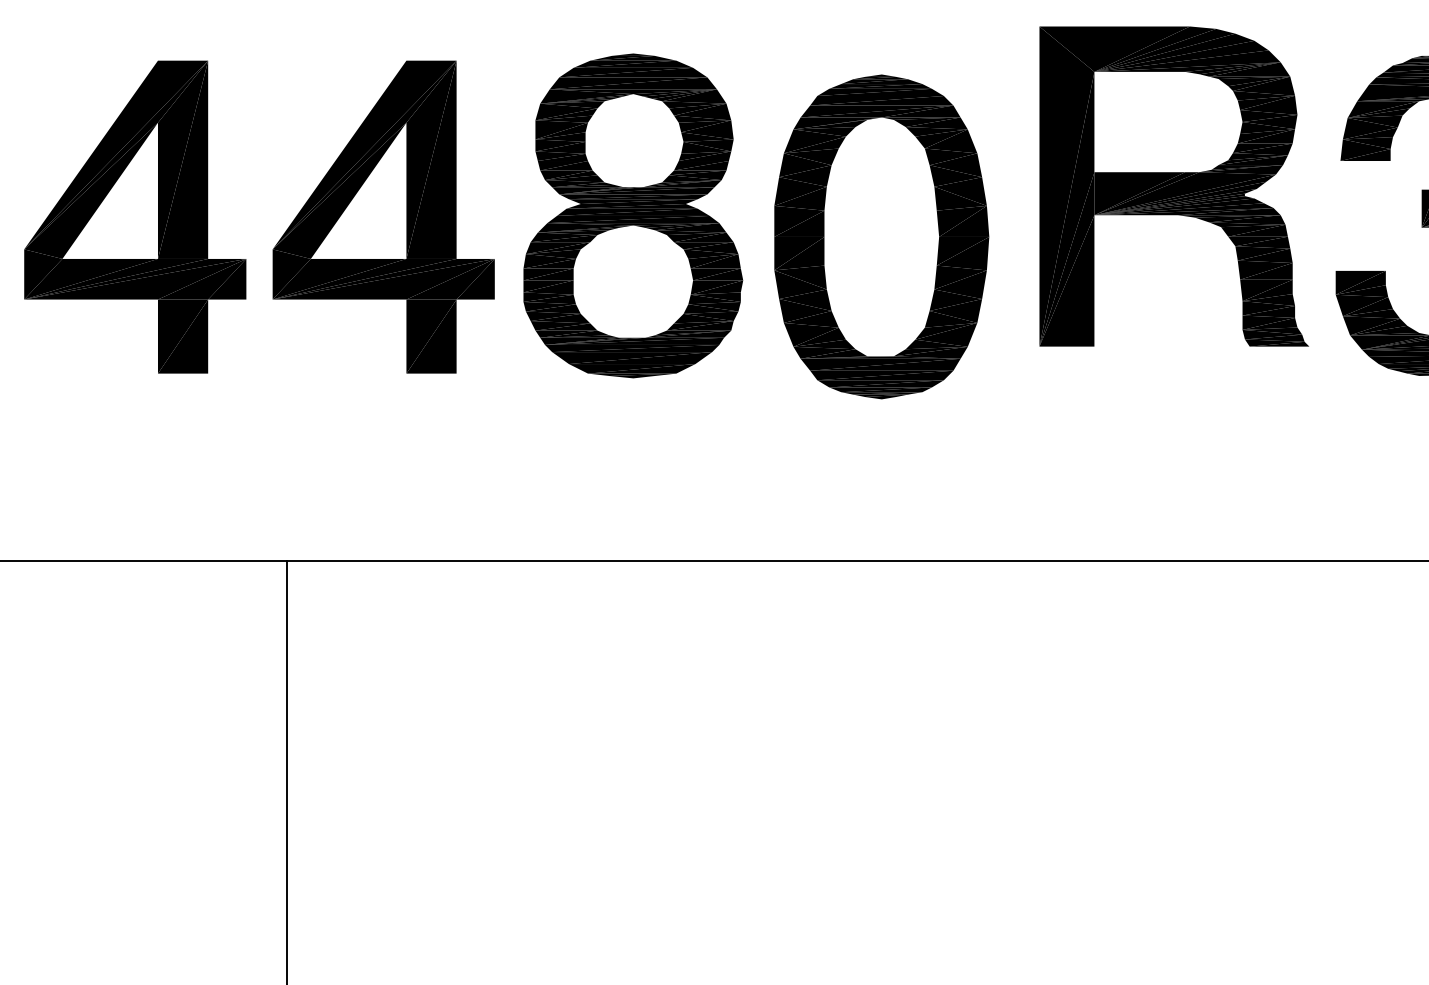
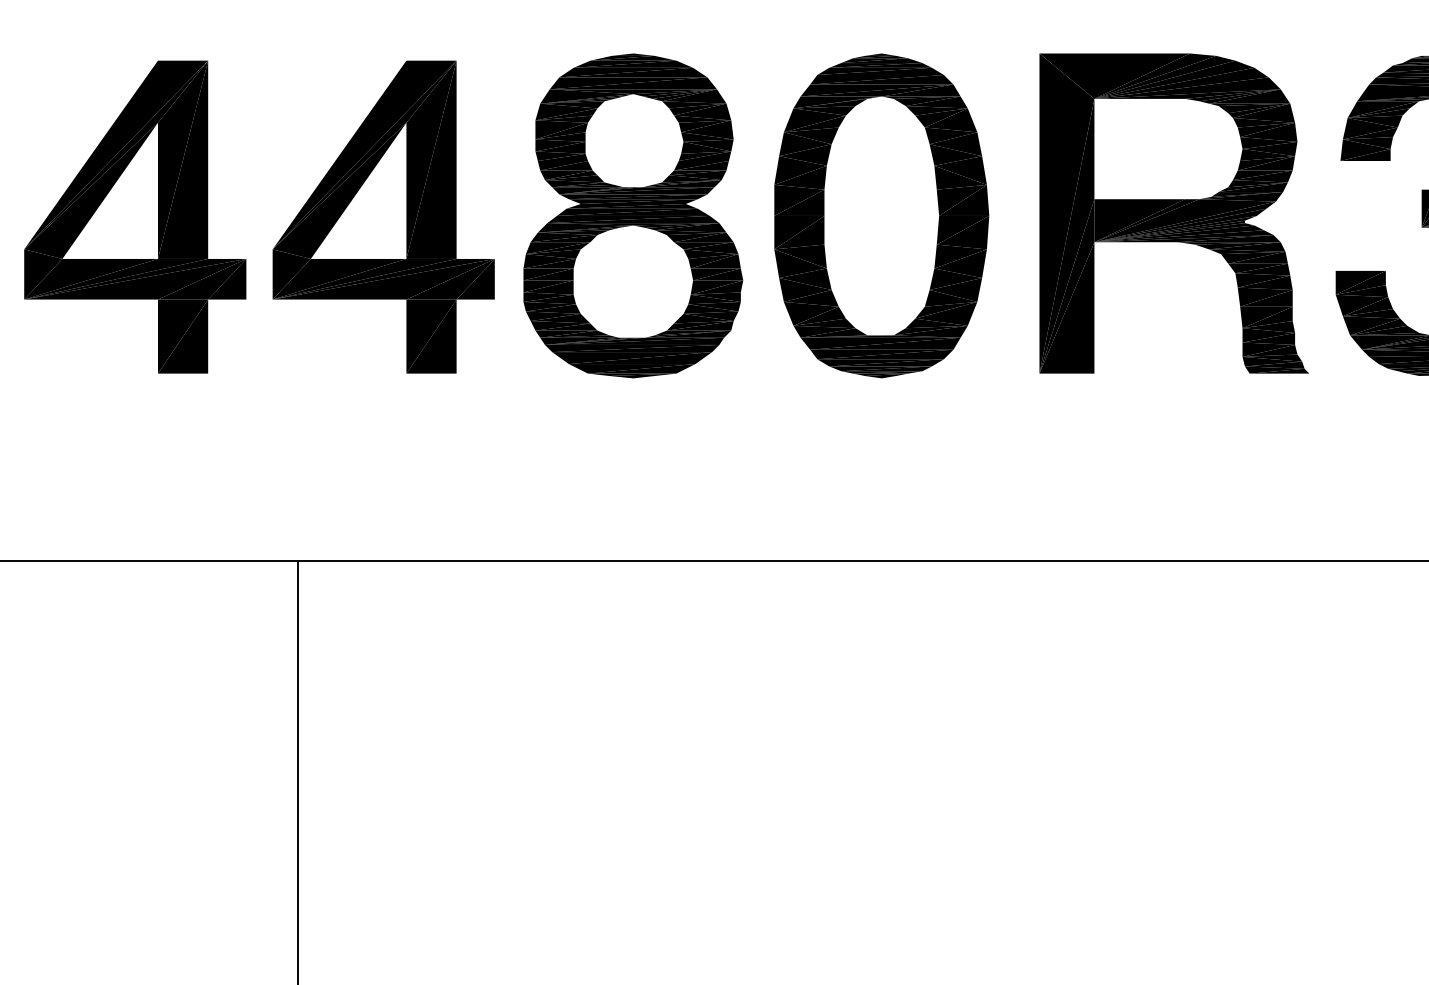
part at (1173, 186) position: (1173, 186) -> (1173, 213)
part at (881, 236) position: (881, 236) -> (881, 215)
line at (286, 771) position: (286, 771) -> (297, 771)
